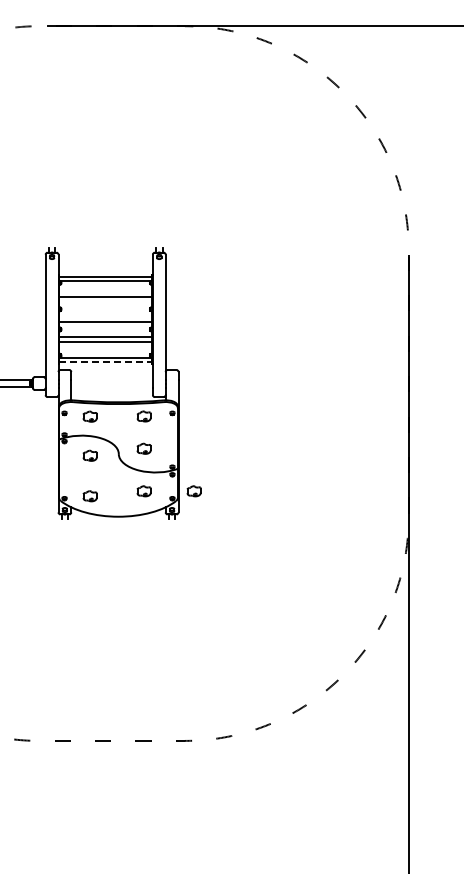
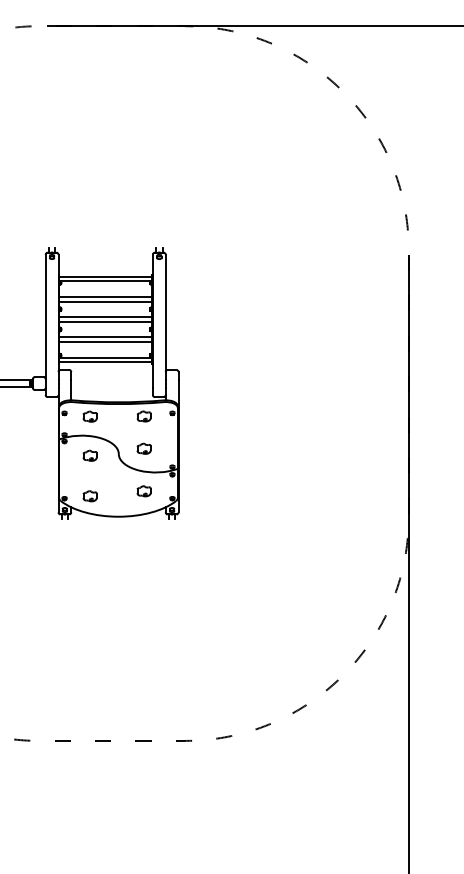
line at (105, 301): none -> present
line at (105, 317): none -> present
line at (105, 362): dashed -> solid
part at (193, 491): present -> none
